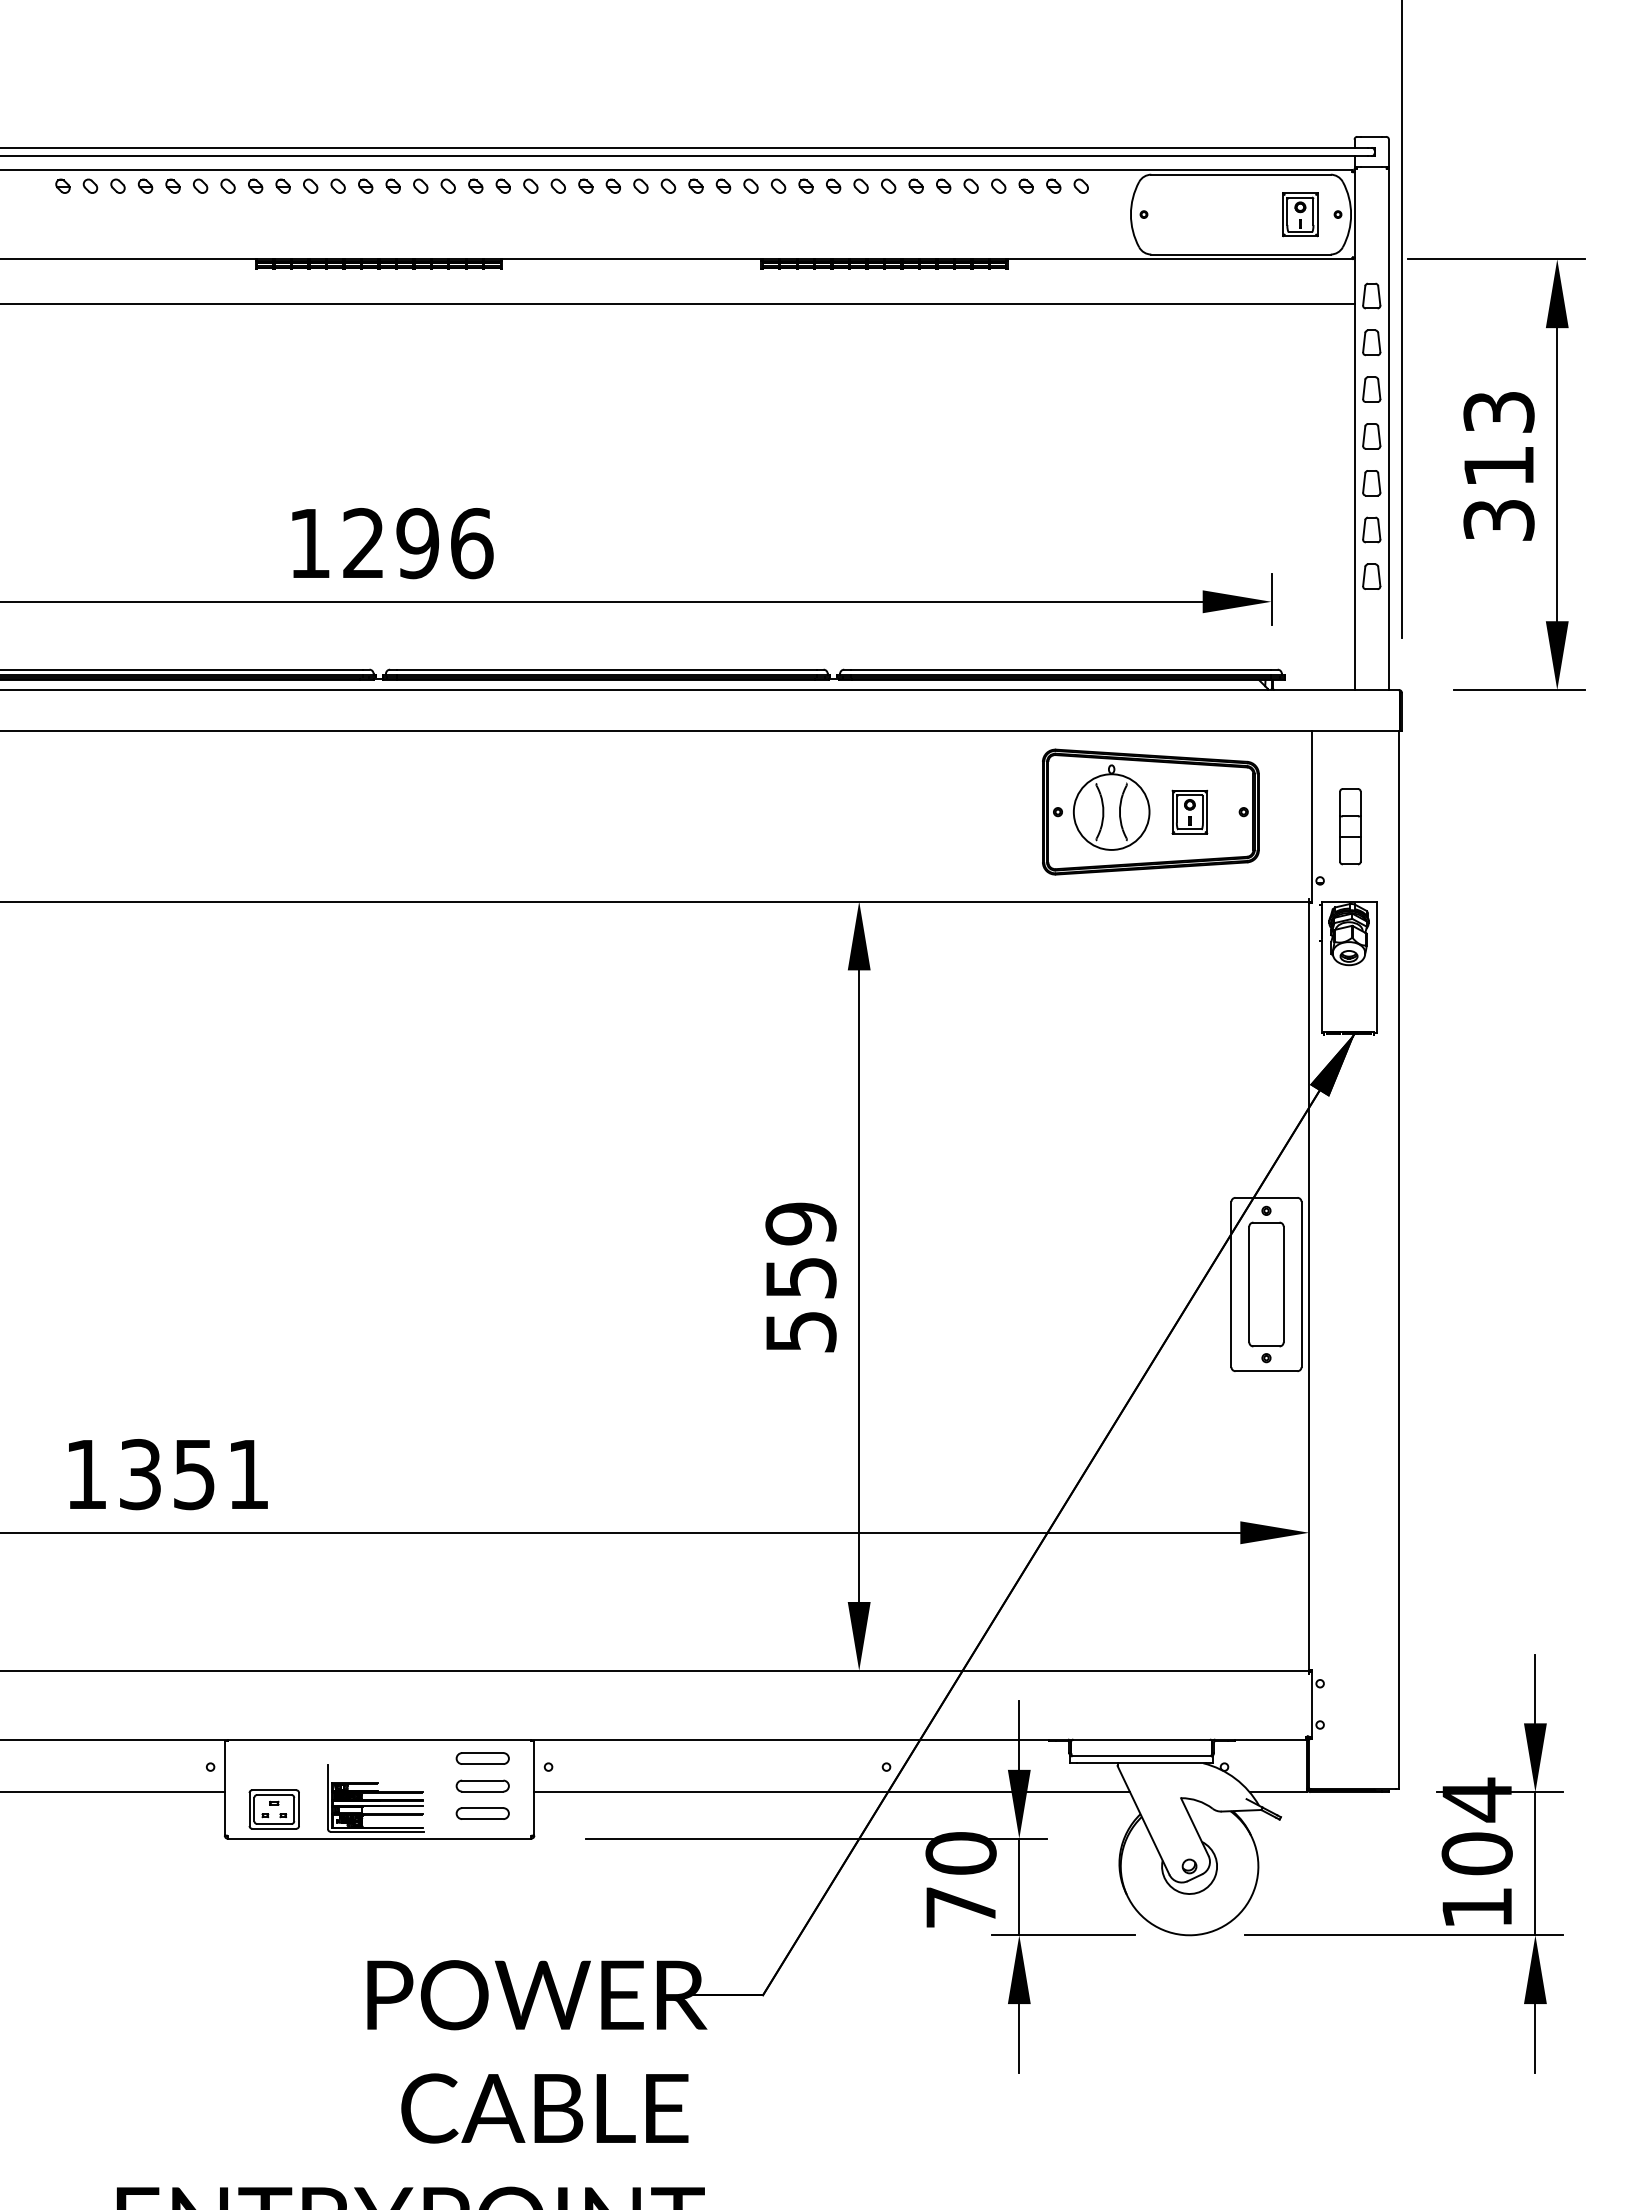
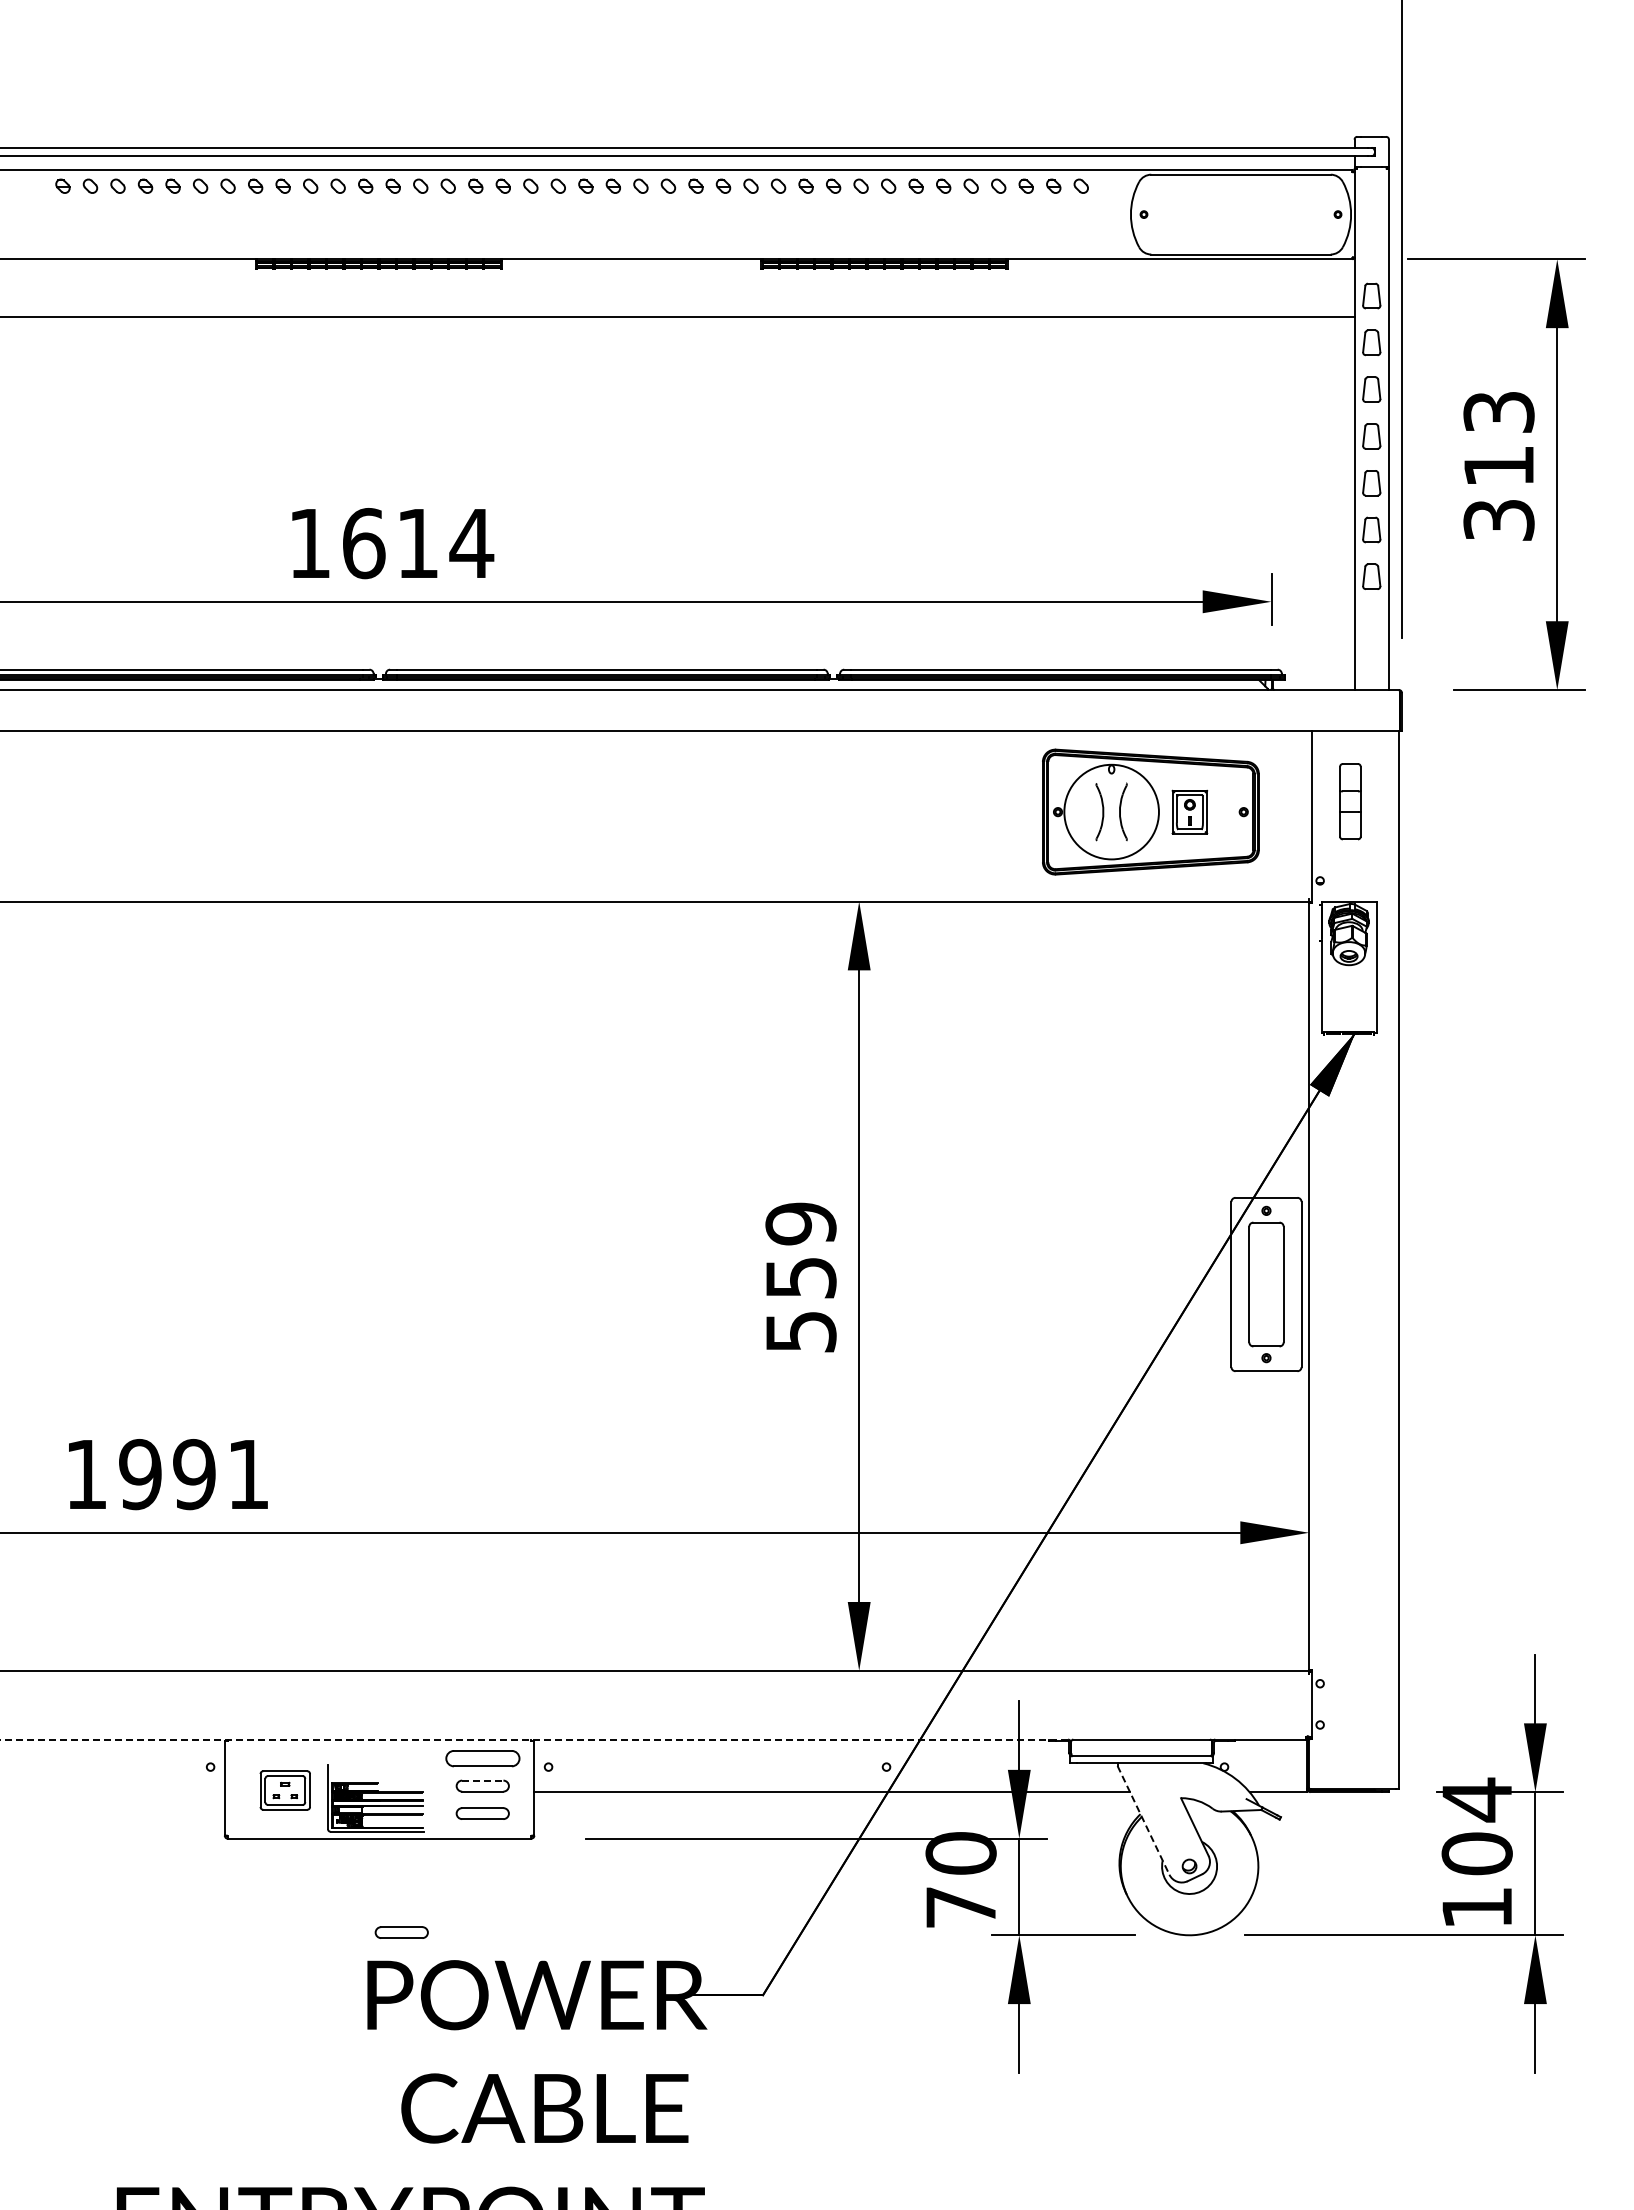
part at (1300, 214): present -> none
line at (678, 304) position: (678, 304) -> (678, 317)
text at (418, 543): 1296 -> 1614
circle at (1111, 811) diameter: 76 px -> 95 px
part at (1350, 826) position: (1350, 826) -> (1350, 801)
text at (167, 1474): 1351 -> 1991
line at (537, 1739): solid -> dashed
part at (482, 1758) size: 55x13 px -> 76x18 px
line at (482, 1780): solid -> dashed
line at (113, 1792): present -> none
part at (273, 1809) position: (273, 1809) -> (284, 1790)
line at (1143, 1820): solid -> dashed
part at (401, 1932): none -> present
